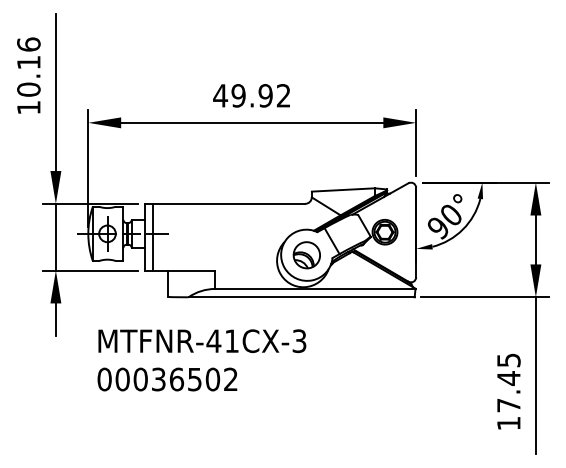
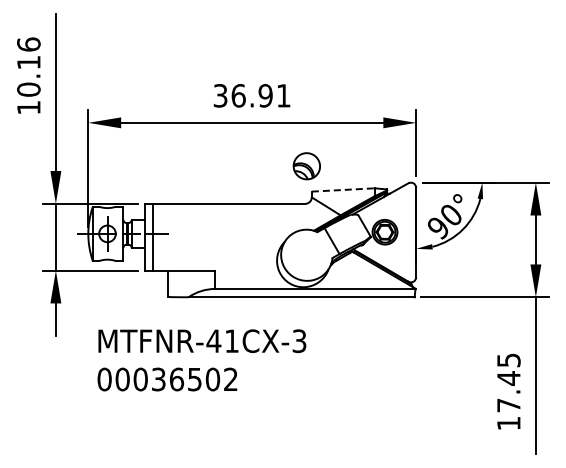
text at (251, 95): 49.92 -> 36.91
line at (343, 189): solid -> dashed
part at (306, 255) position: (306, 255) -> (306, 166)
